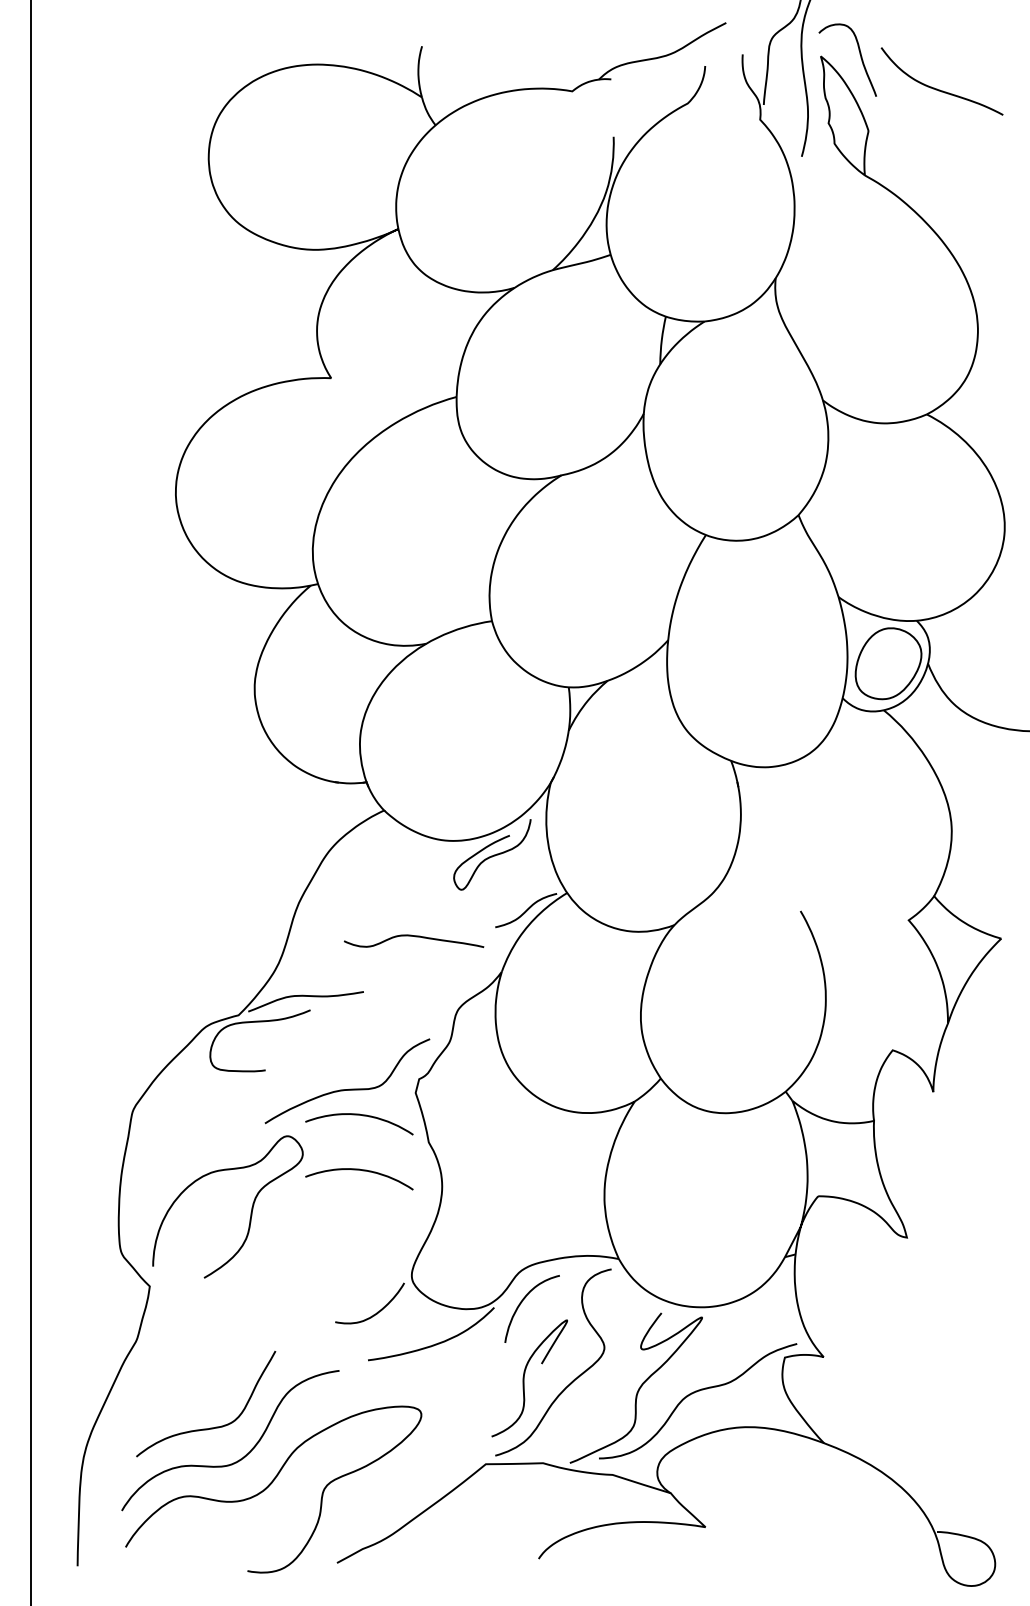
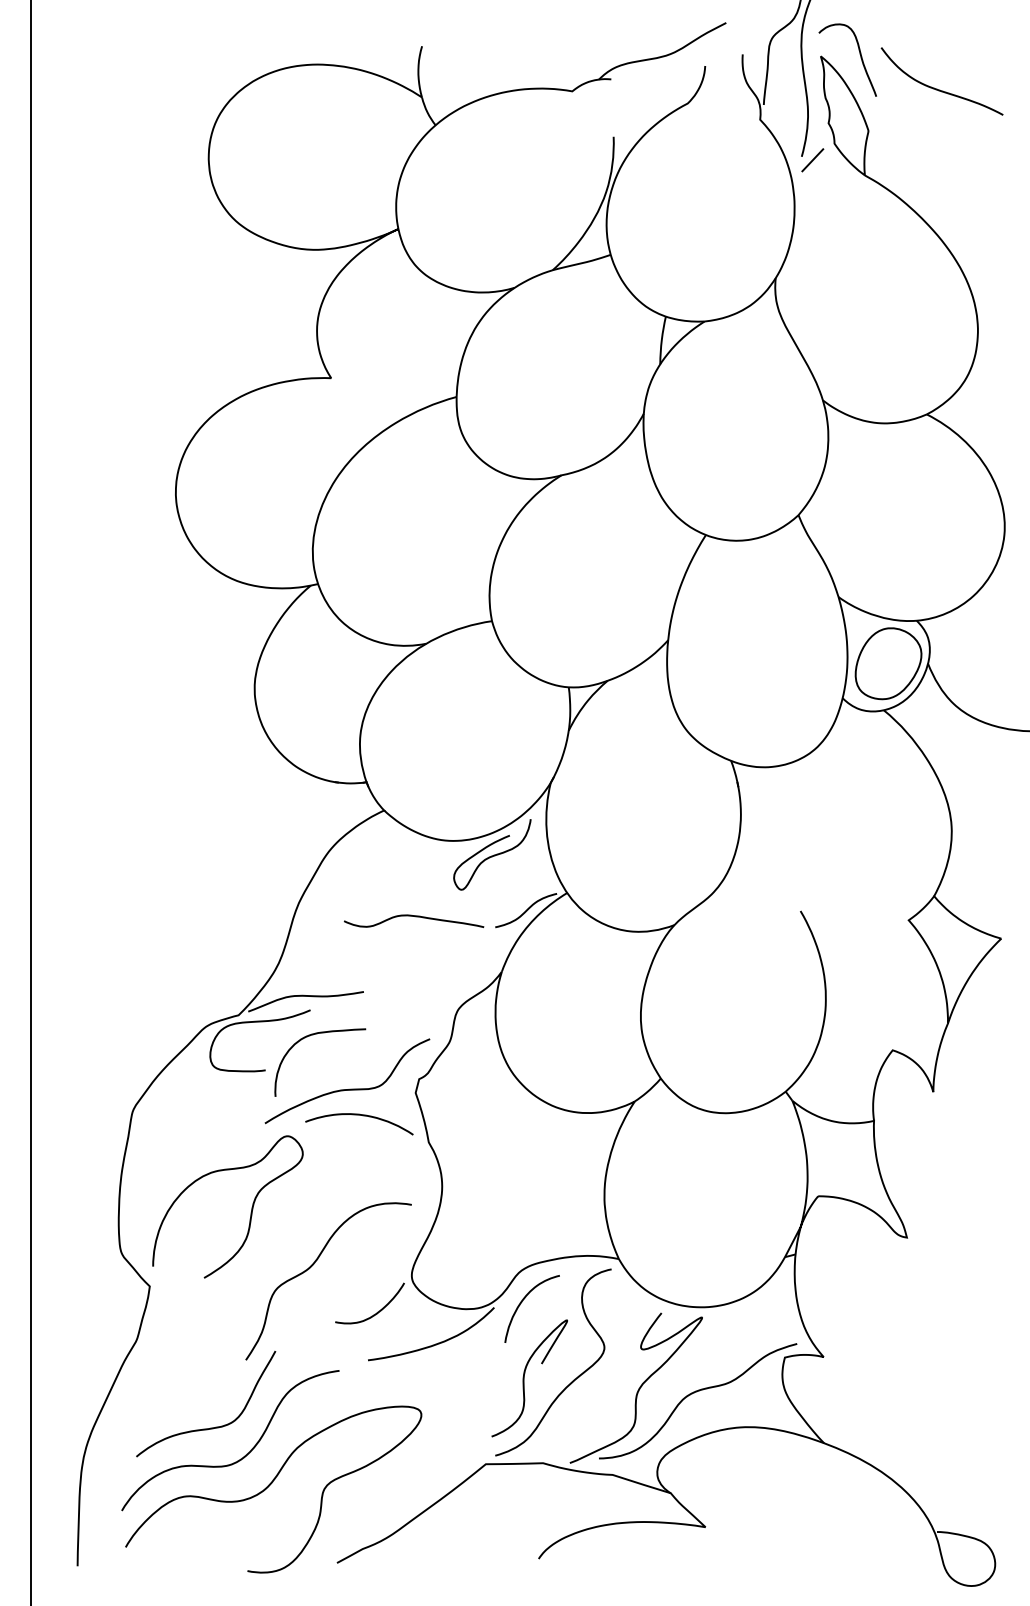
line at (812, 160): none -> present
curve at (415, 937) position: (415, 937) -> (415, 917)
curve at (313, 1035): none -> present
curve at (362, 1171): present -> none
curve at (313, 1265): none -> present
